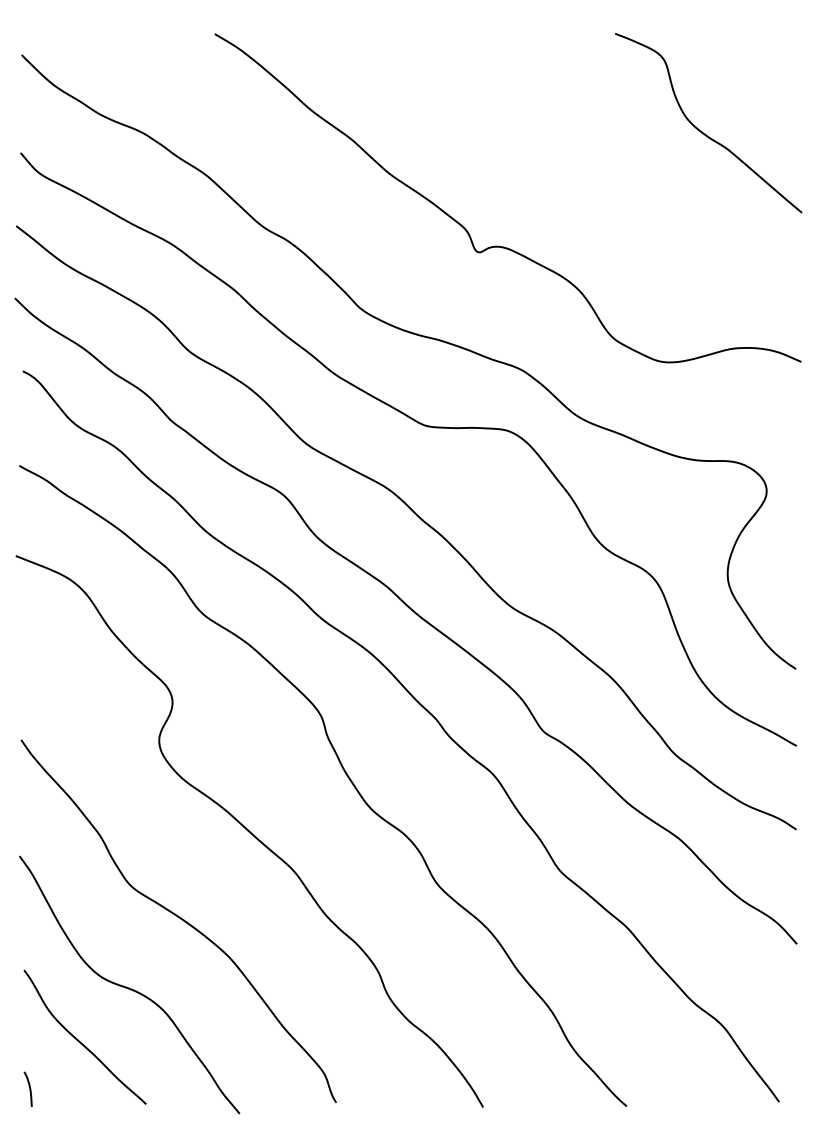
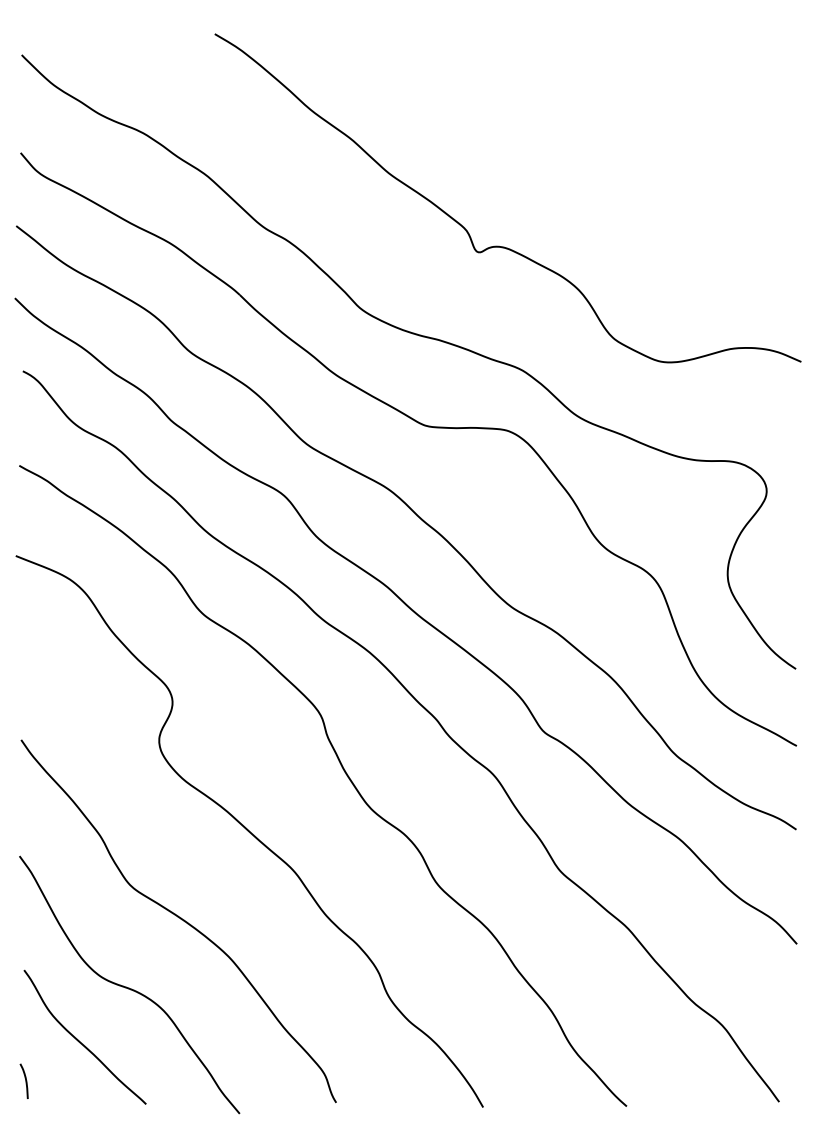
curve at (701, 130): present -> none
curve at (29, 1088) position: (29, 1088) -> (25, 1080)
